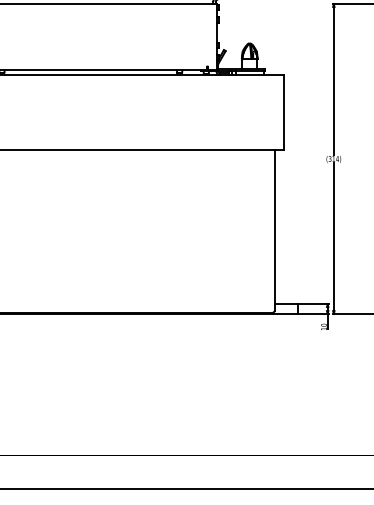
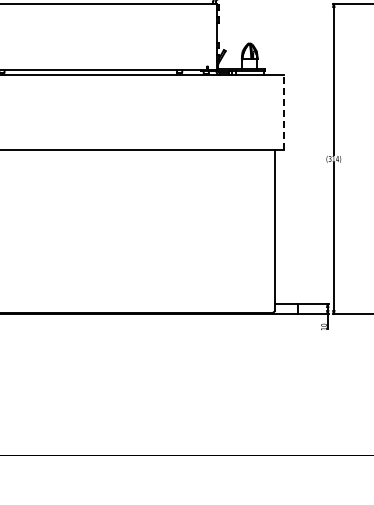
line at (284, 112): solid -> dashed
line at (186, 488): present -> none
